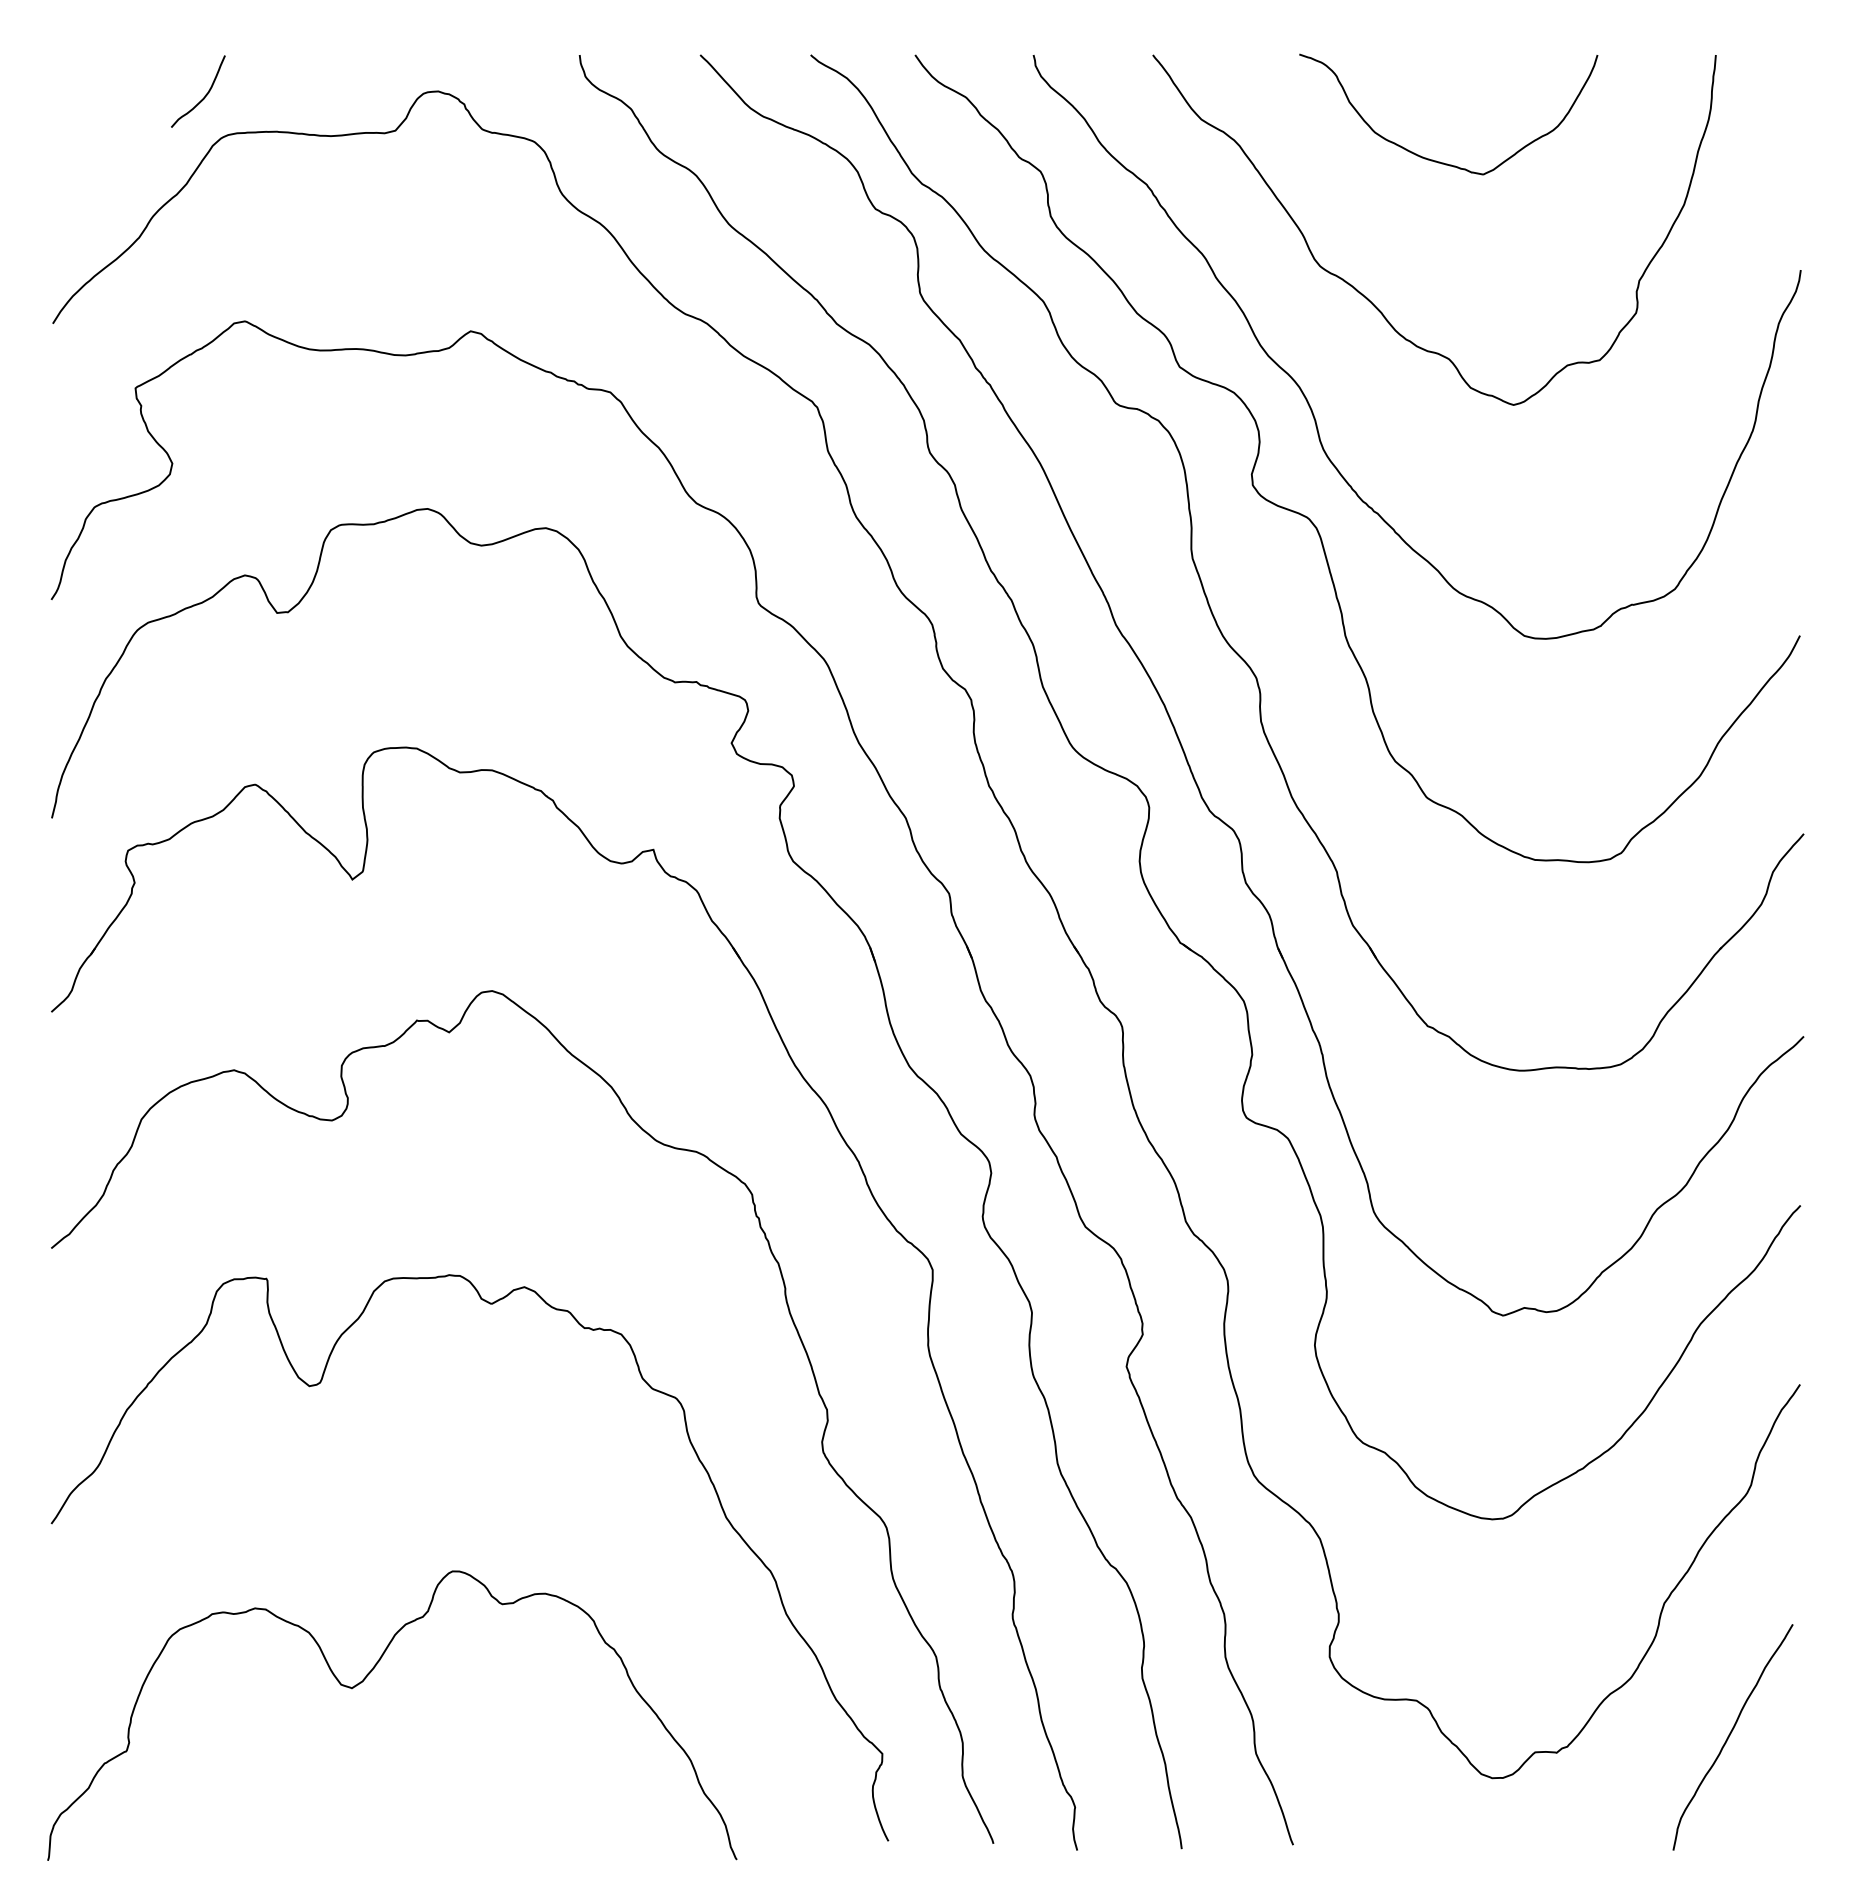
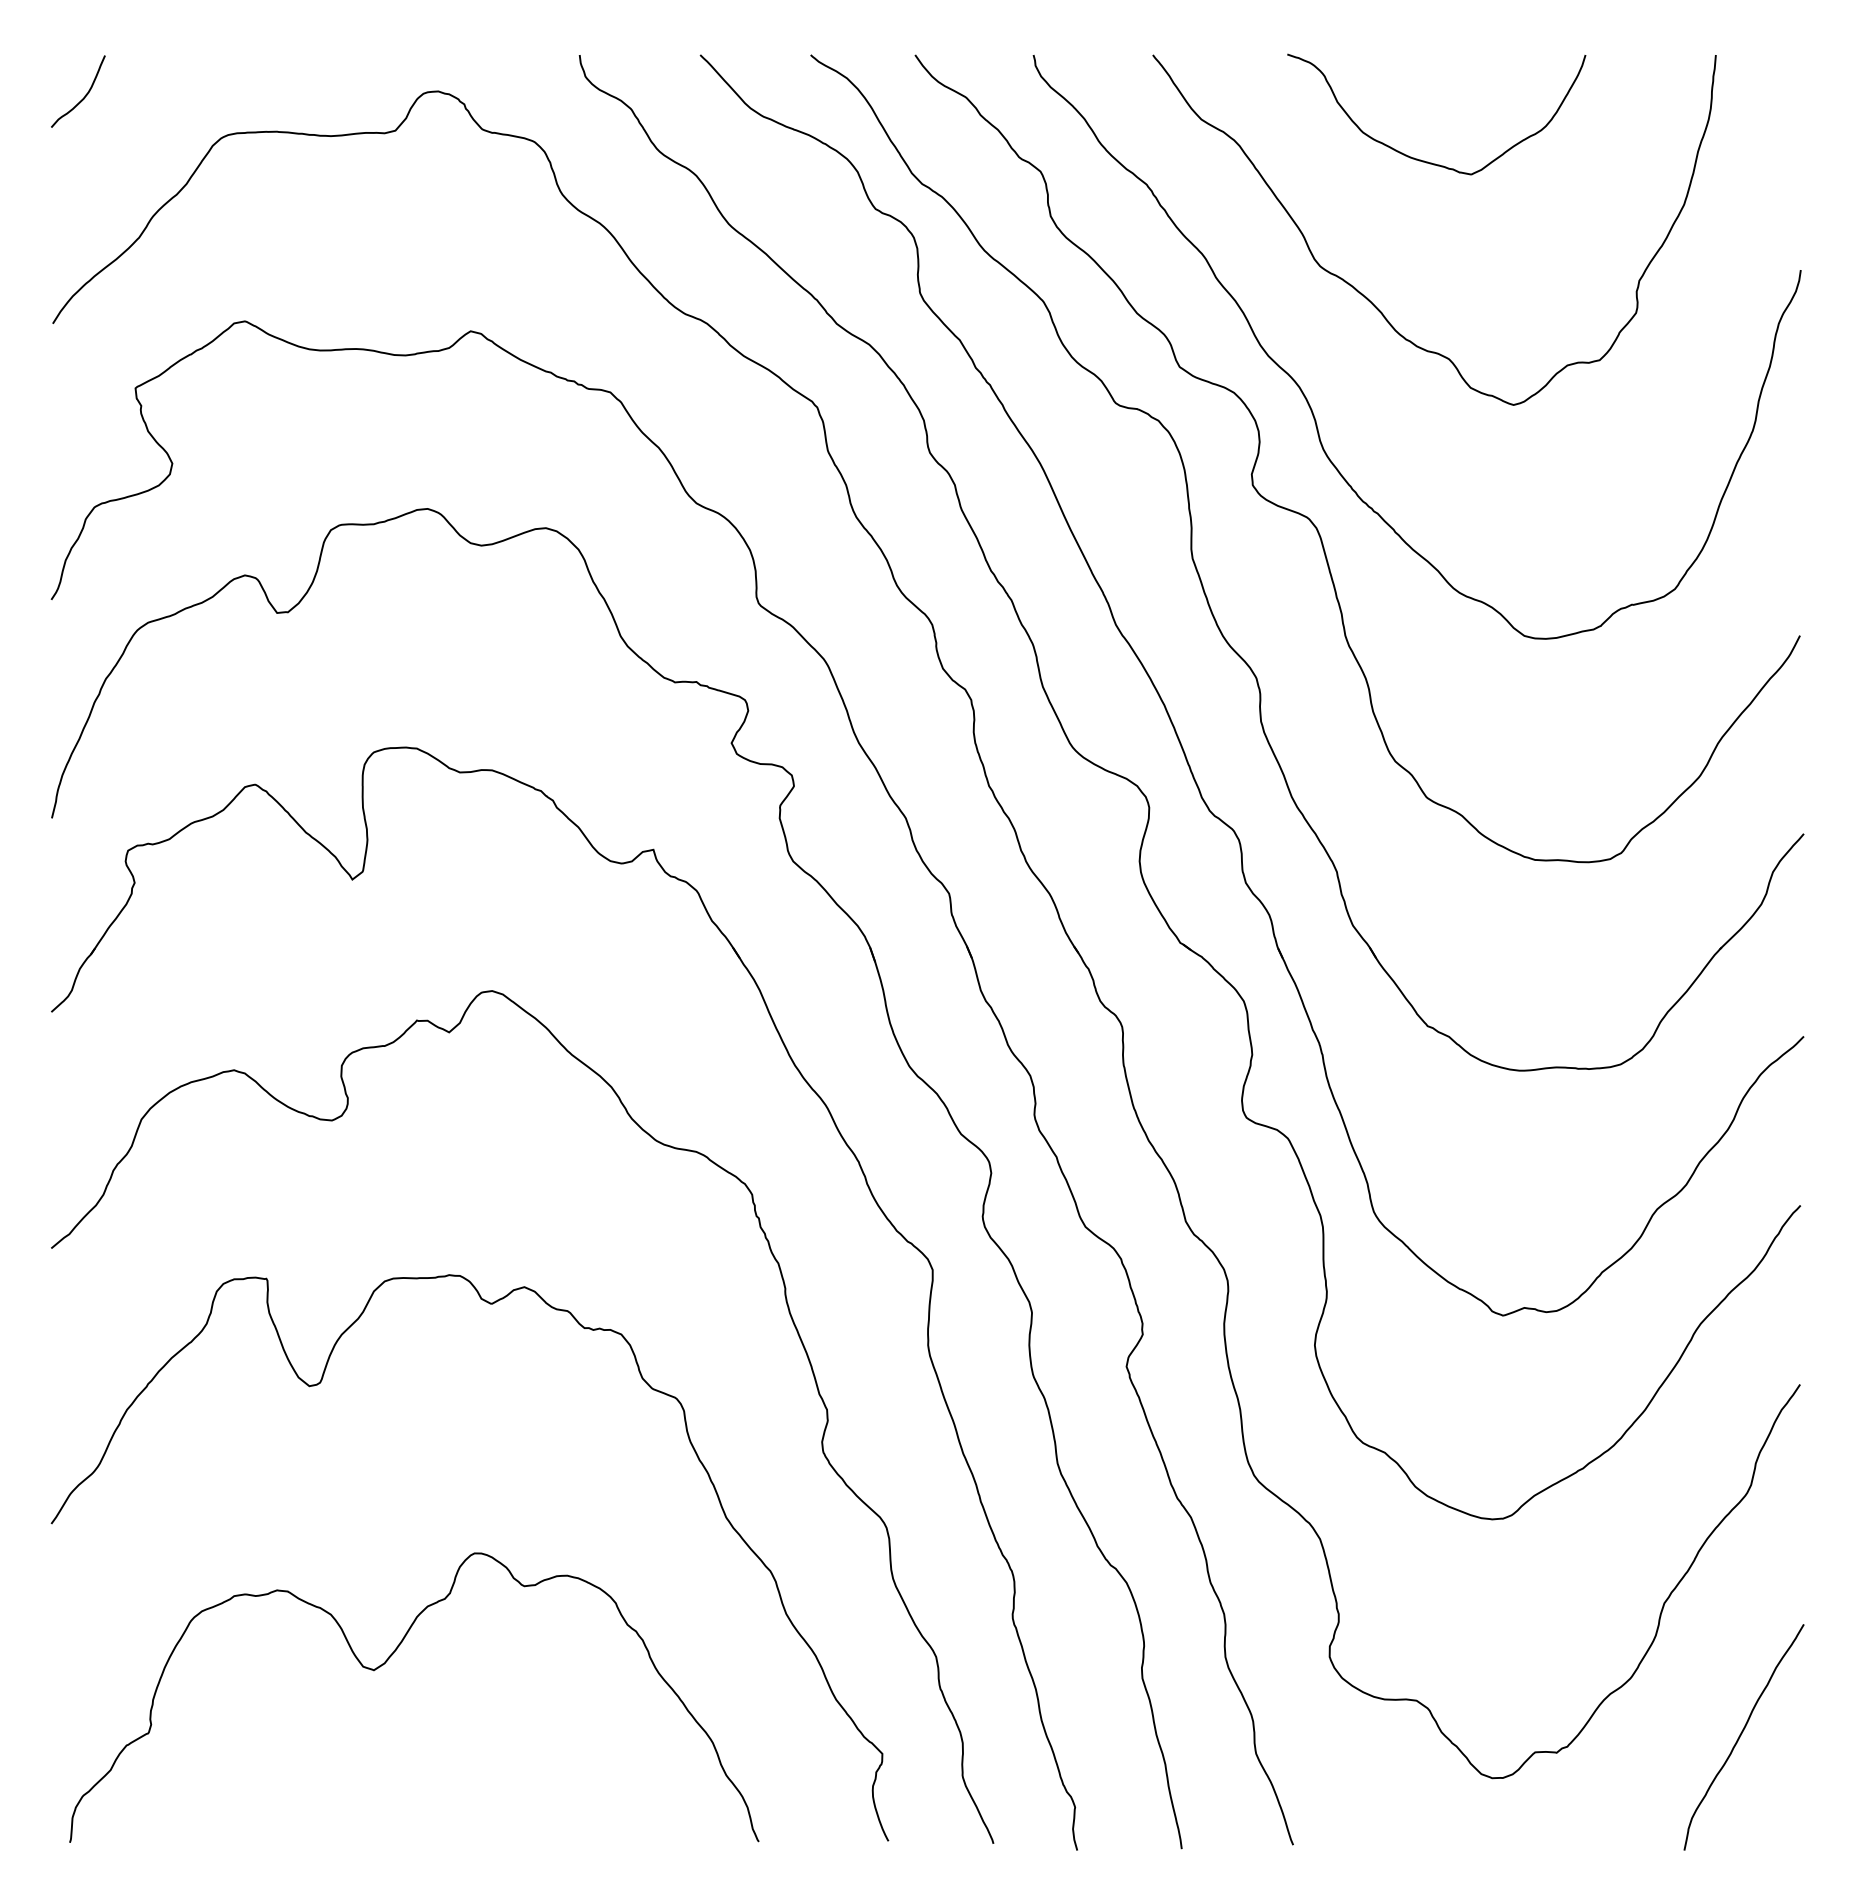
curve at (205, 94) position: (205, 94) -> (85, 94)
curve at (1436, 160) position: (1436, 160) -> (1424, 160)
curve at (361, 1683) position: (361, 1683) -> (383, 1665)
curve at (1730, 1735) position: (1730, 1735) -> (1741, 1735)
